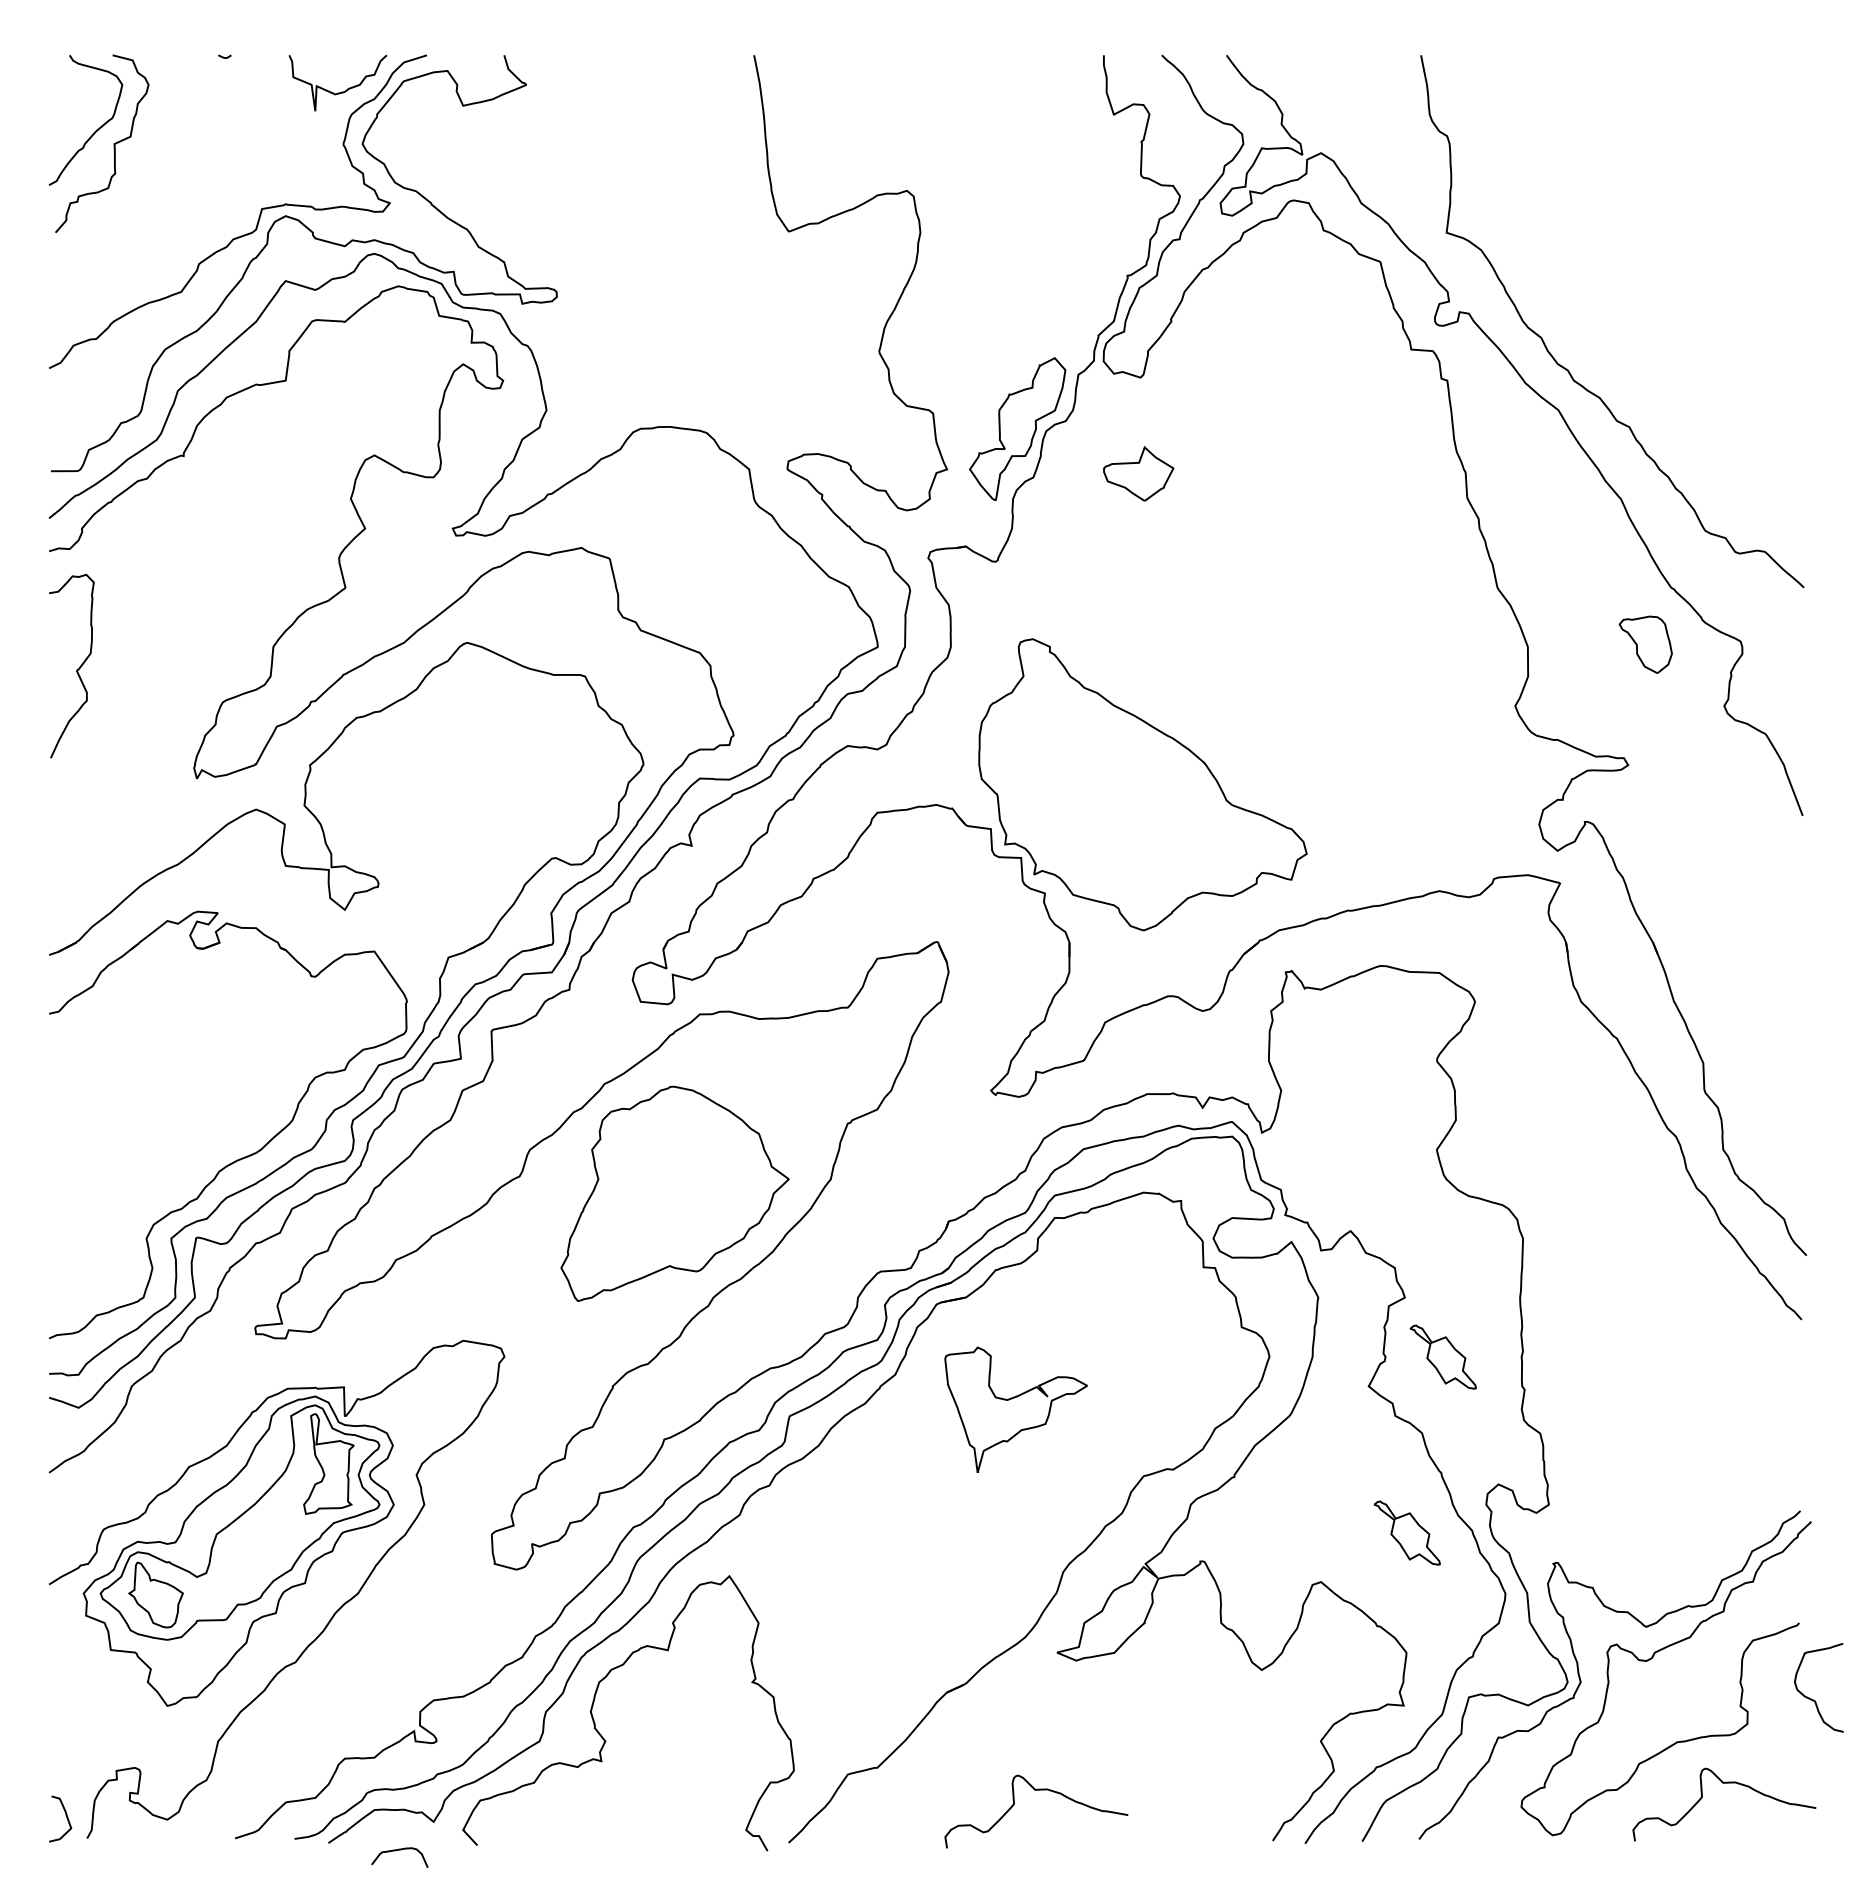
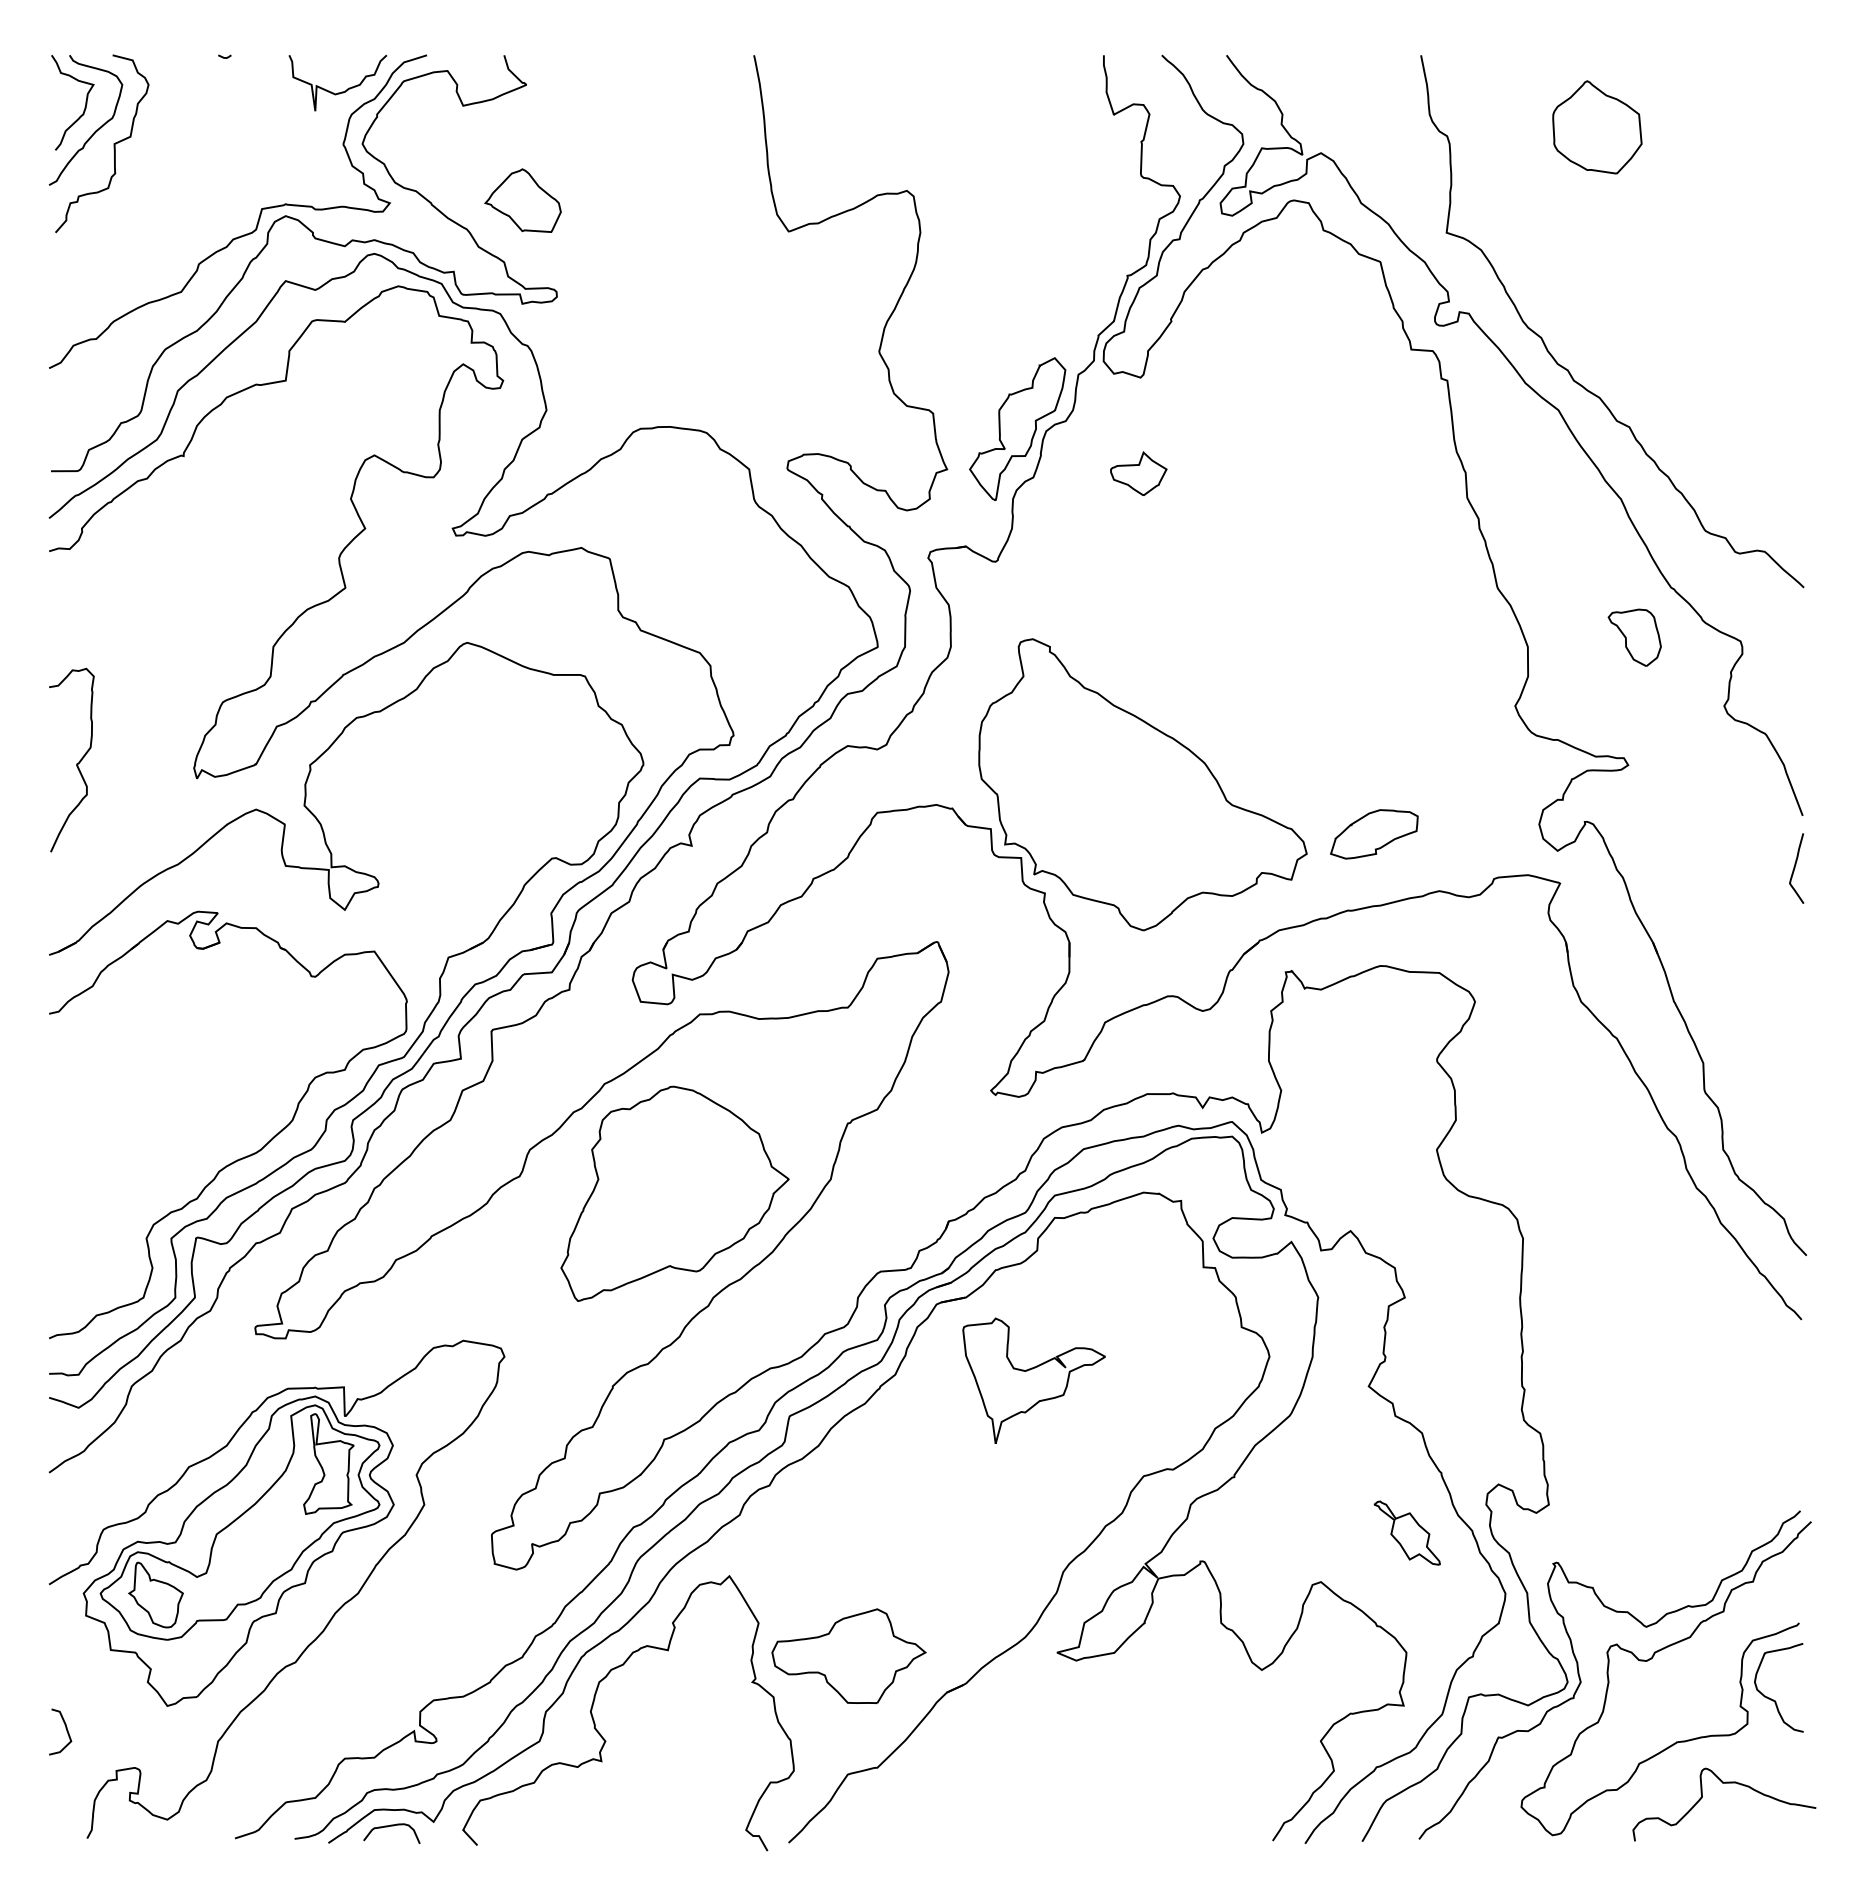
curve at (85, 102): none -> present
part at (1597, 127): none -> present
part at (522, 200): none -> present
part at (1138, 473) size: 72x56 px -> 58x45 px
part at (1645, 644) position: (1645, 644) -> (1634, 637)
curve at (76, 669) position: (76, 669) -> (76, 763)
part at (1374, 834): none -> present
curve at (1795, 868): none -> present
part at (1442, 1356): present -> none
part at (1015, 1409) position: (1015, 1409) -> (1033, 1380)
part at (848, 1655): none -> present
curve at (1813, 1699) position: (1813, 1699) -> (1773, 1699)
curve at (1036, 1790): present -> none
curve at (65, 1815) position: (65, 1815) -> (65, 1728)
curve at (399, 1850) position: (399, 1850) -> (391, 1826)
